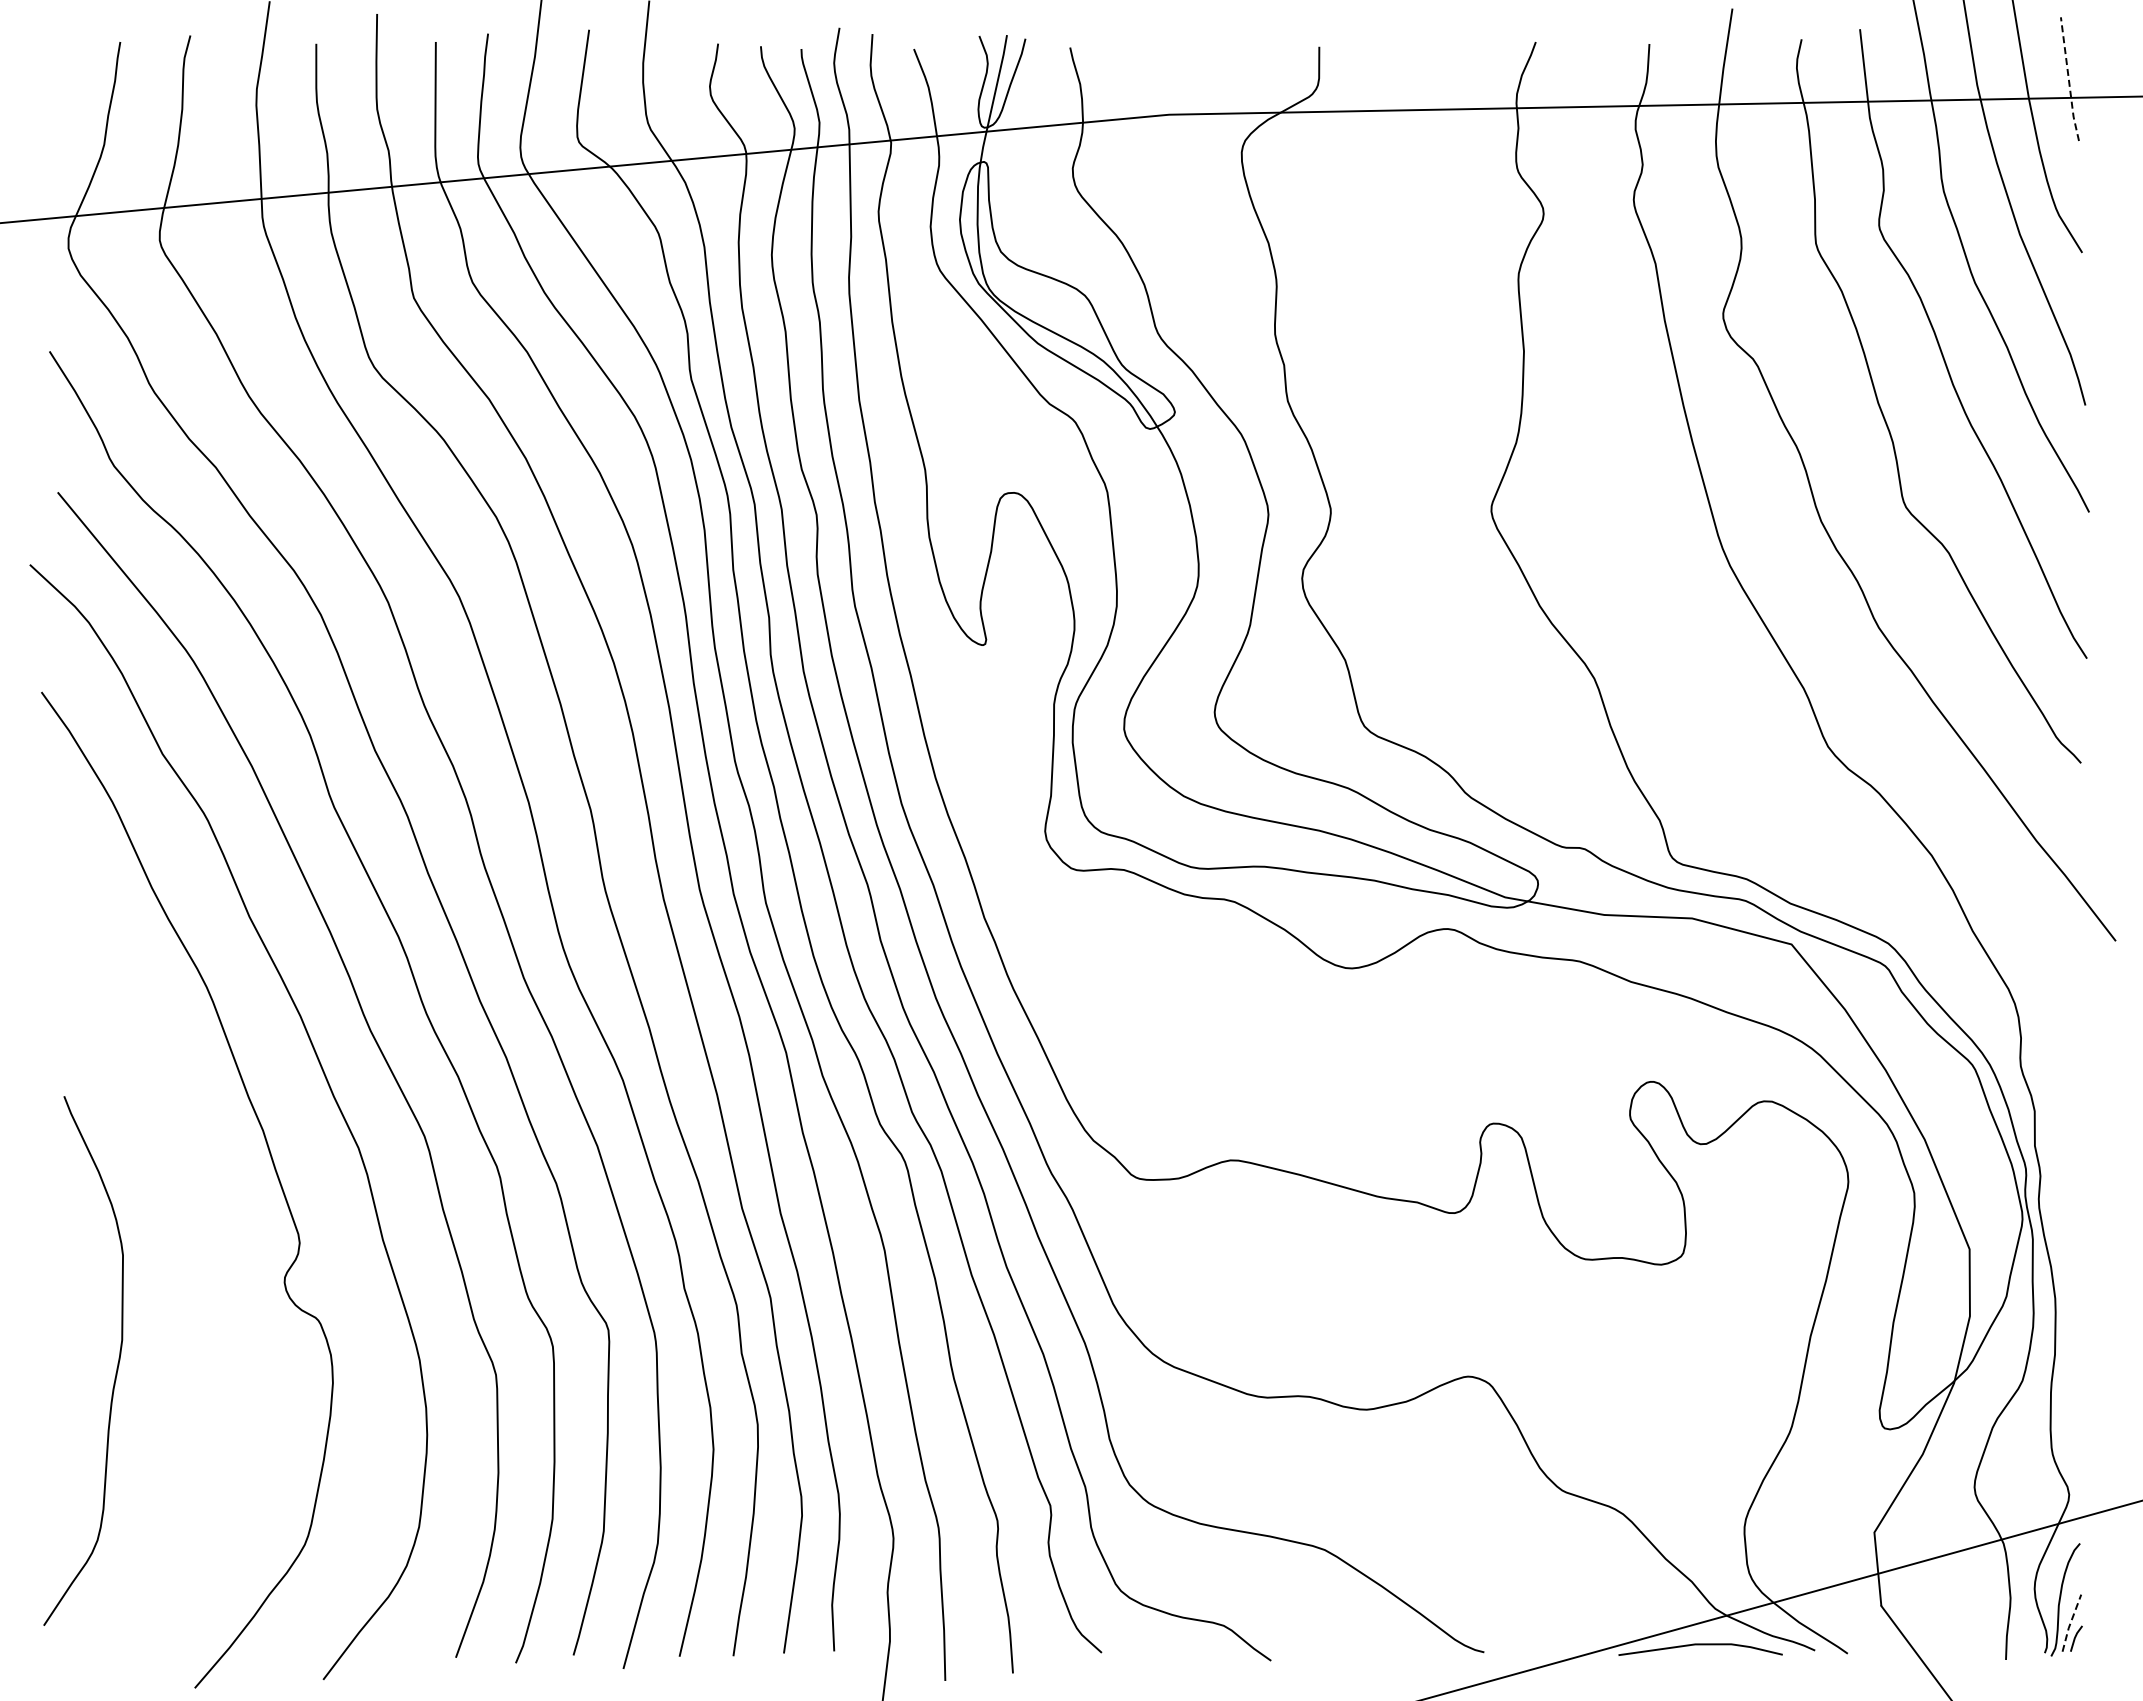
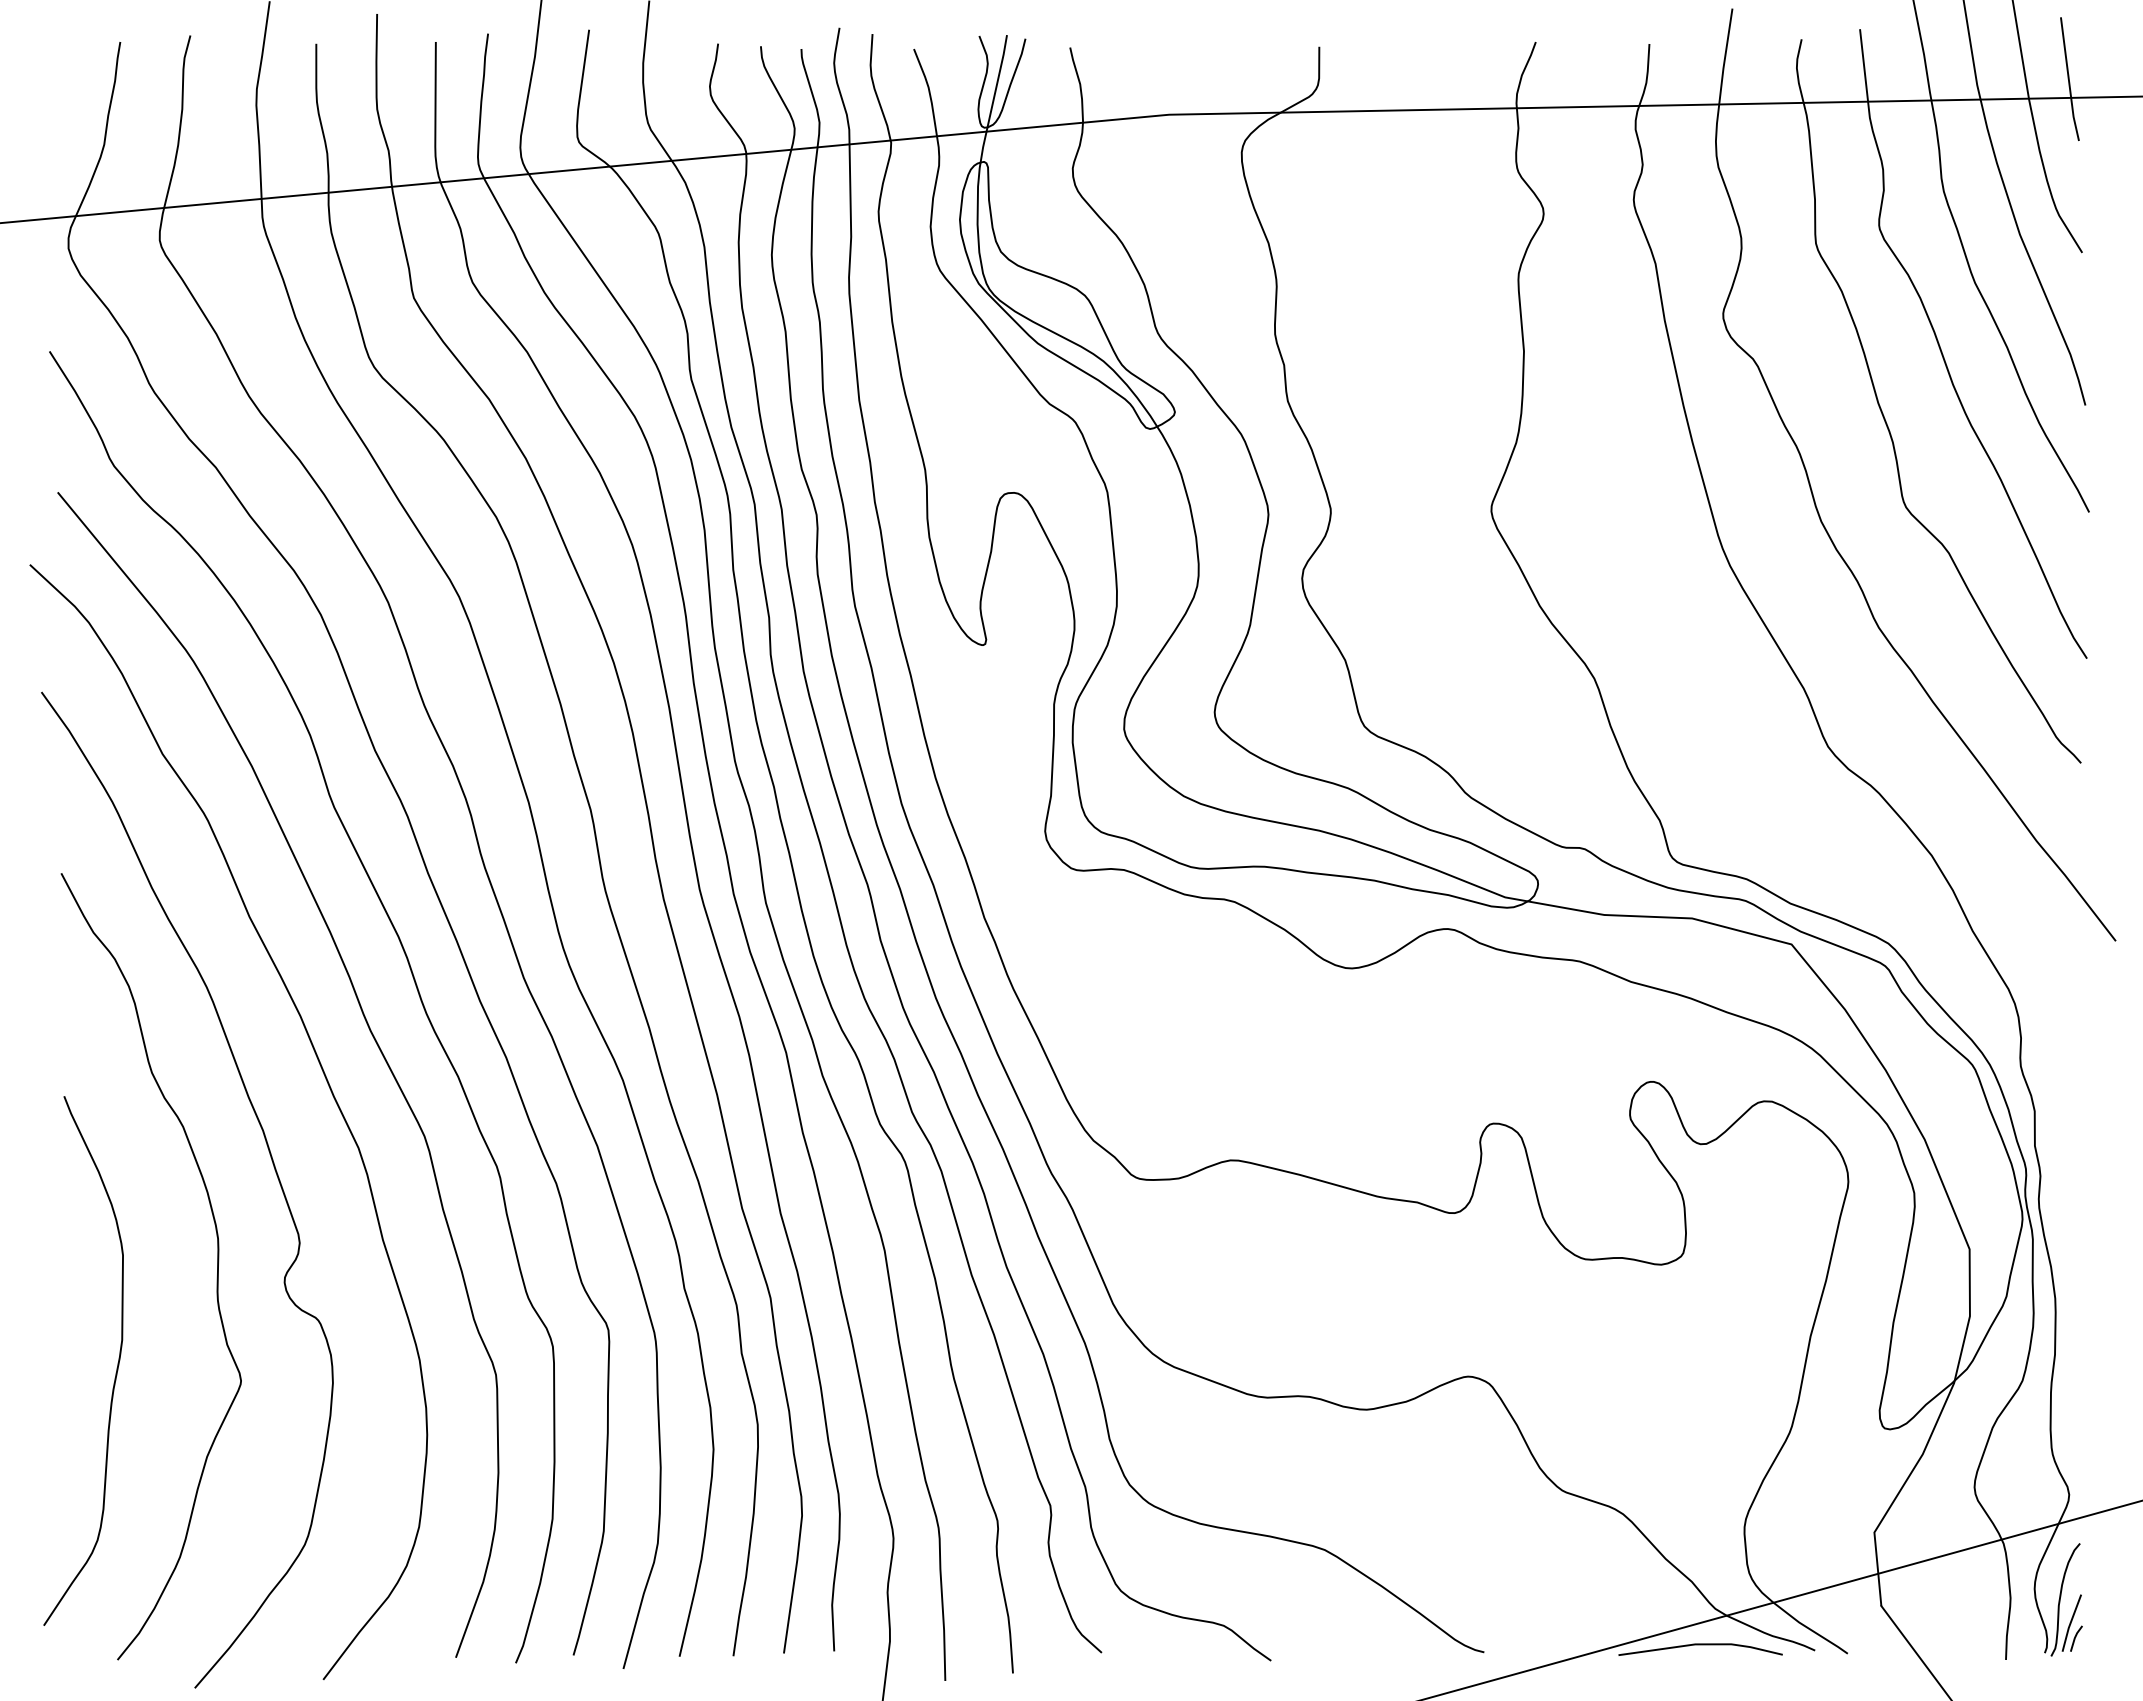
line at (2068, 79): dashed -> solid
curve at (216, 1277): none -> present
line at (2070, 1623): dashed -> solid
